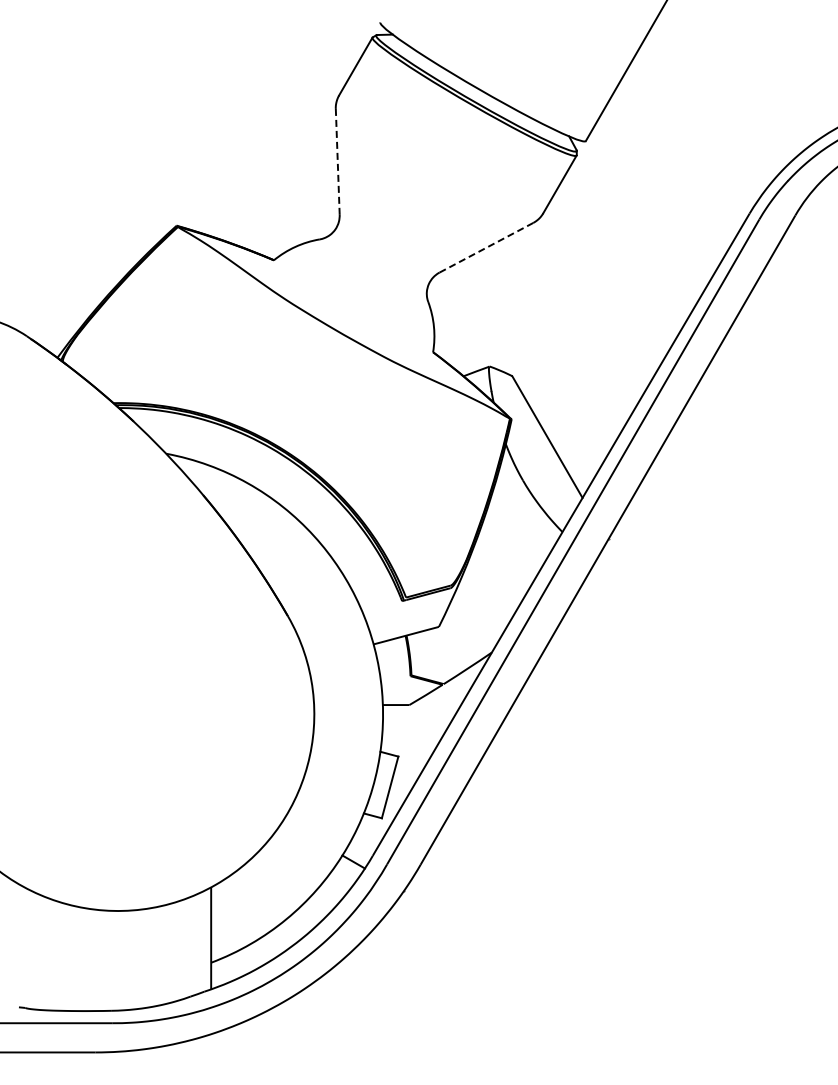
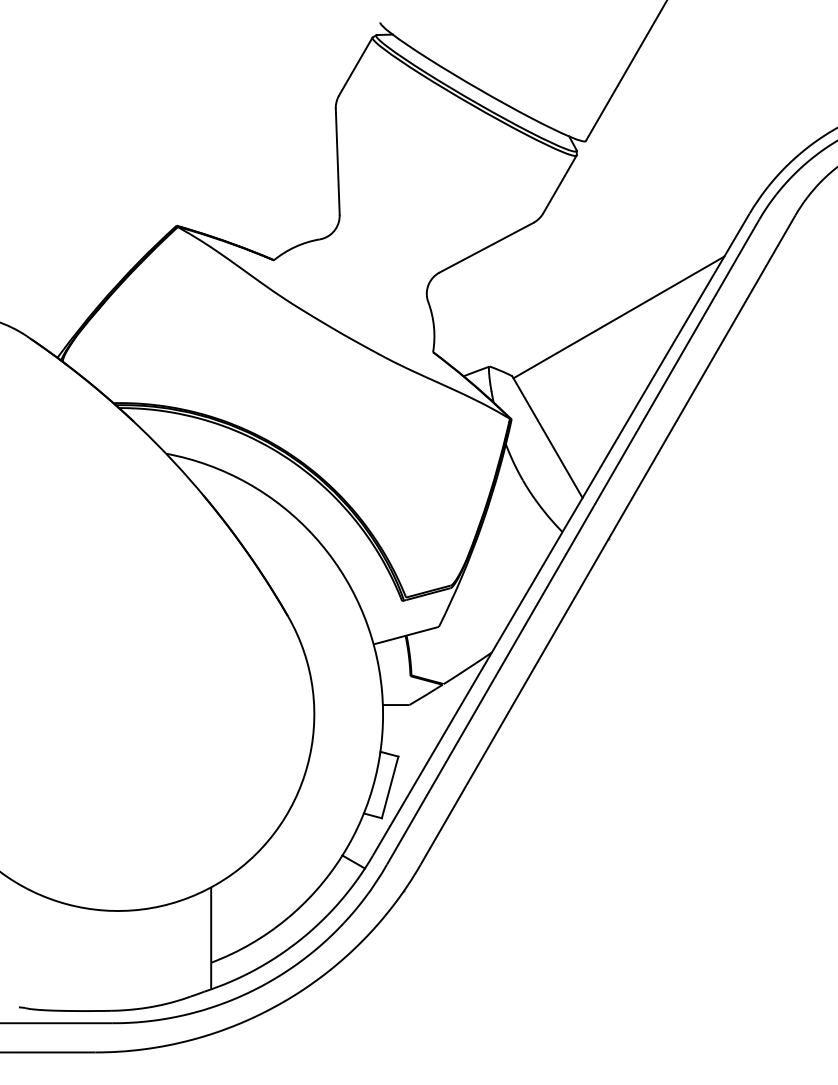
line at (337, 161): dashed -> solid
line at (486, 247): dashed -> solid
line at (618, 317): none -> present
